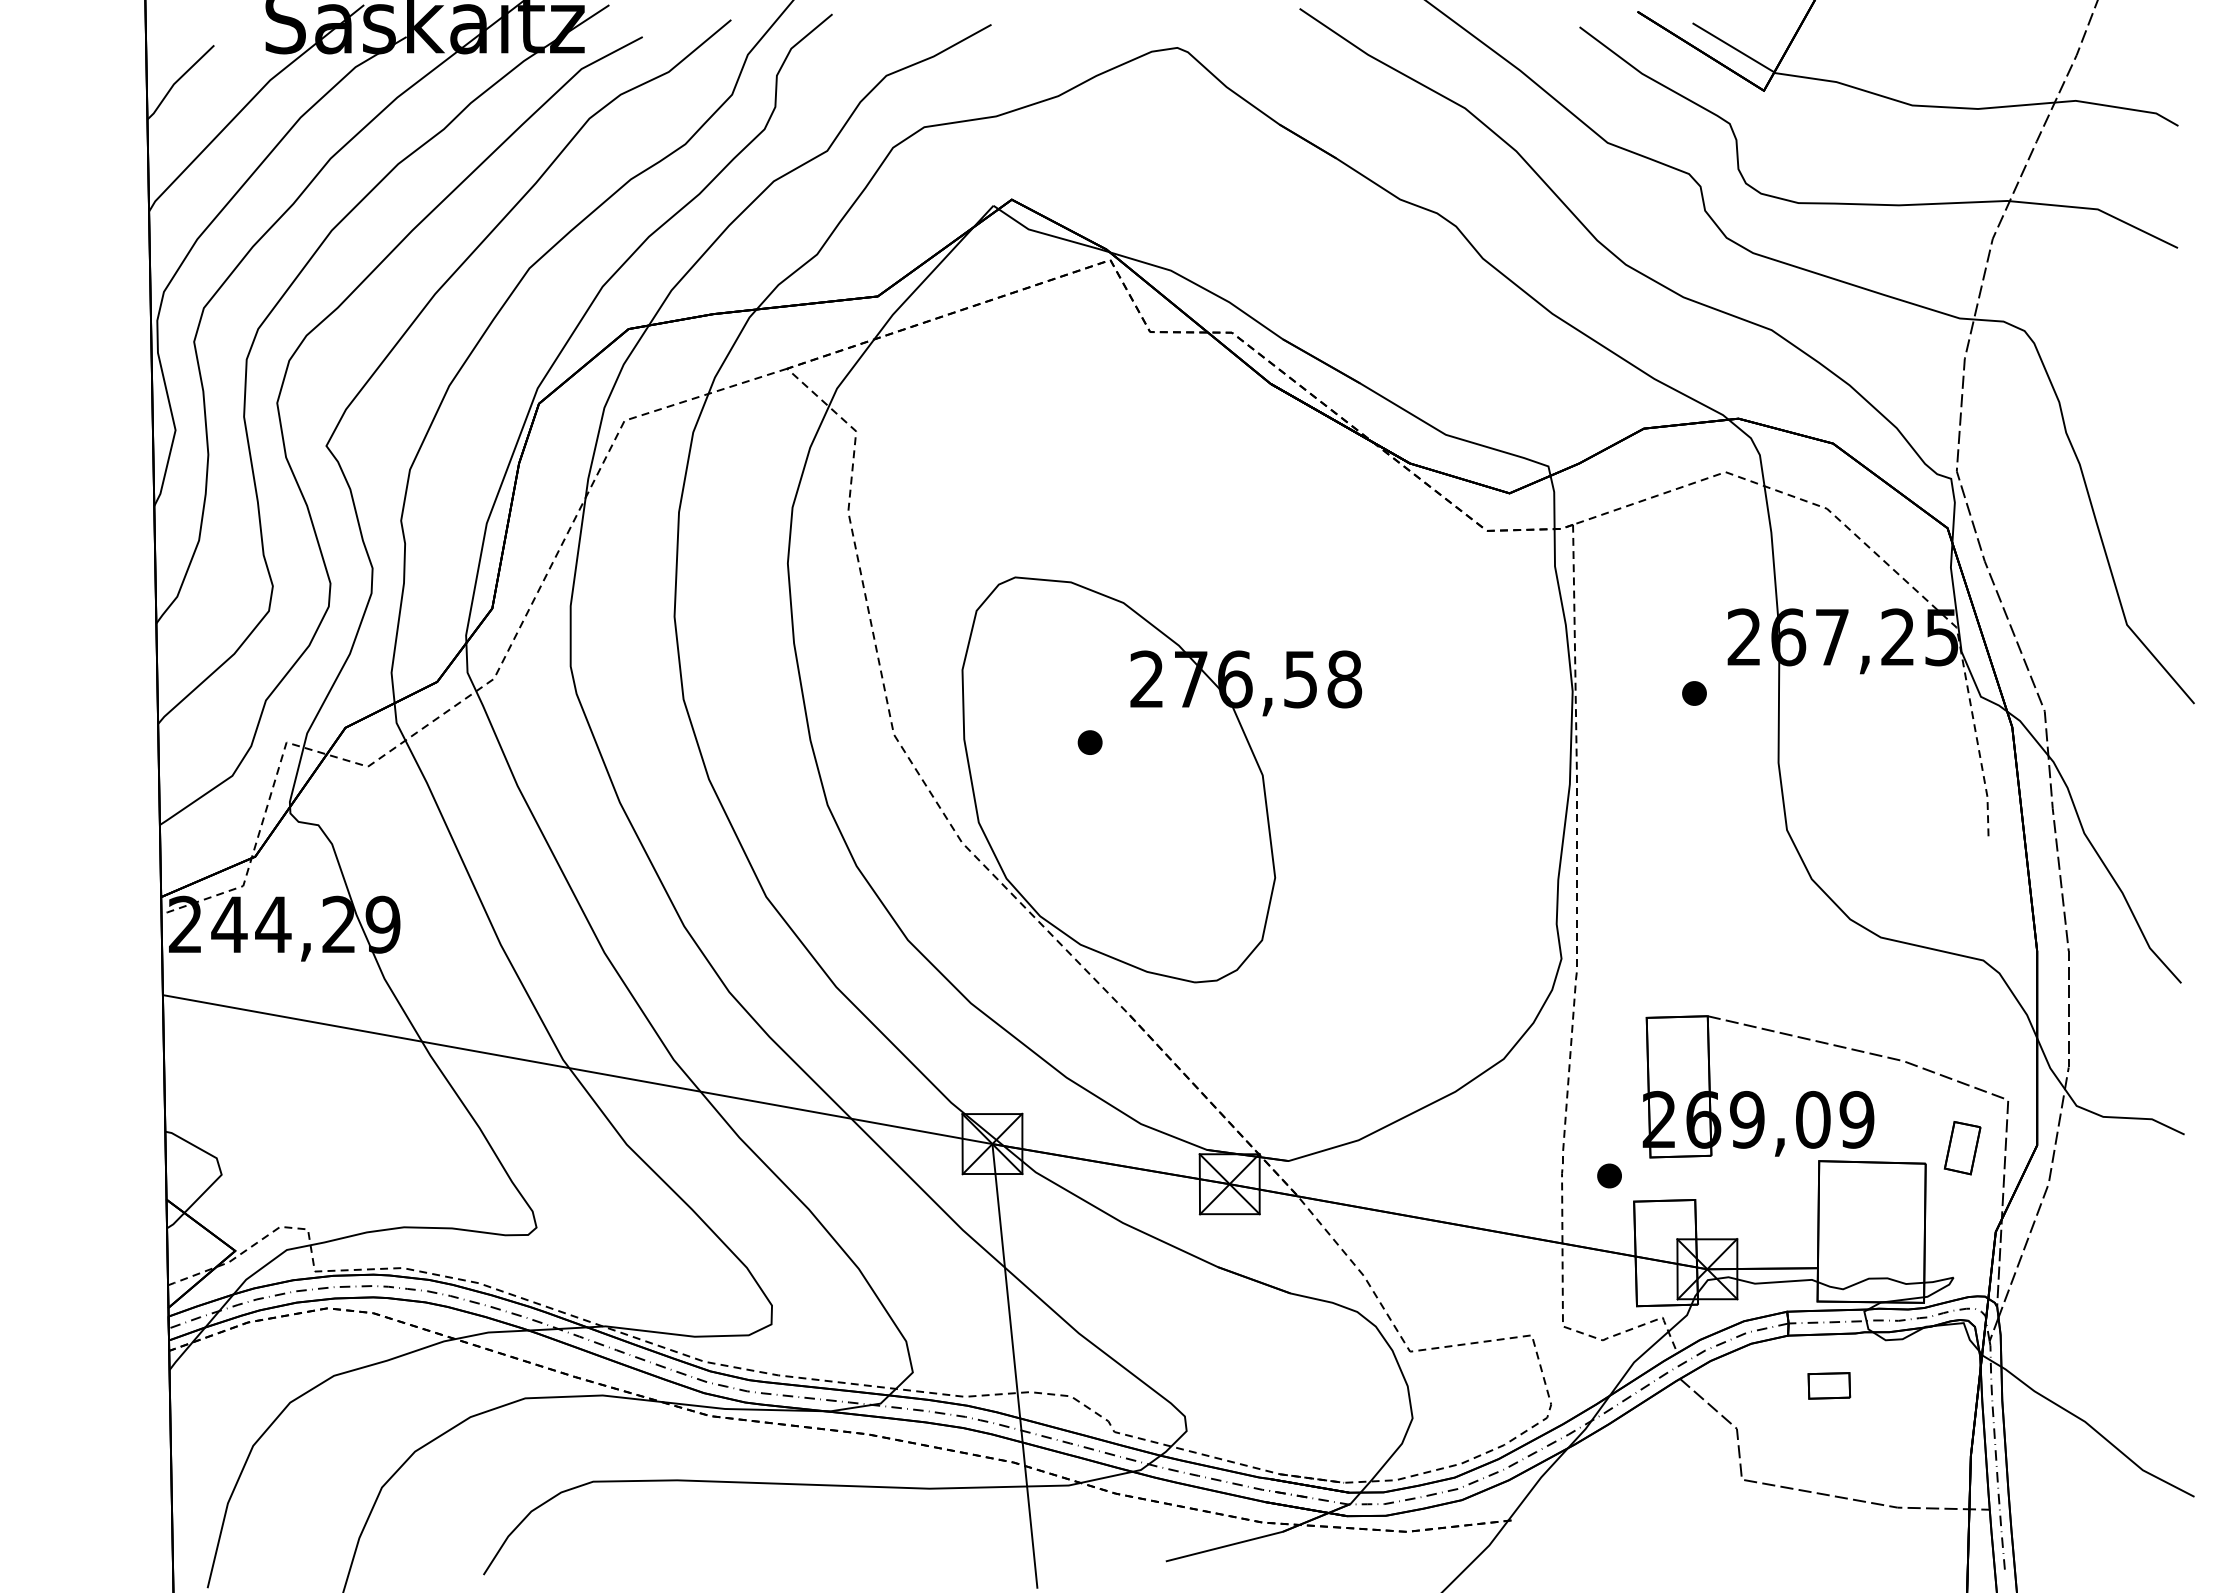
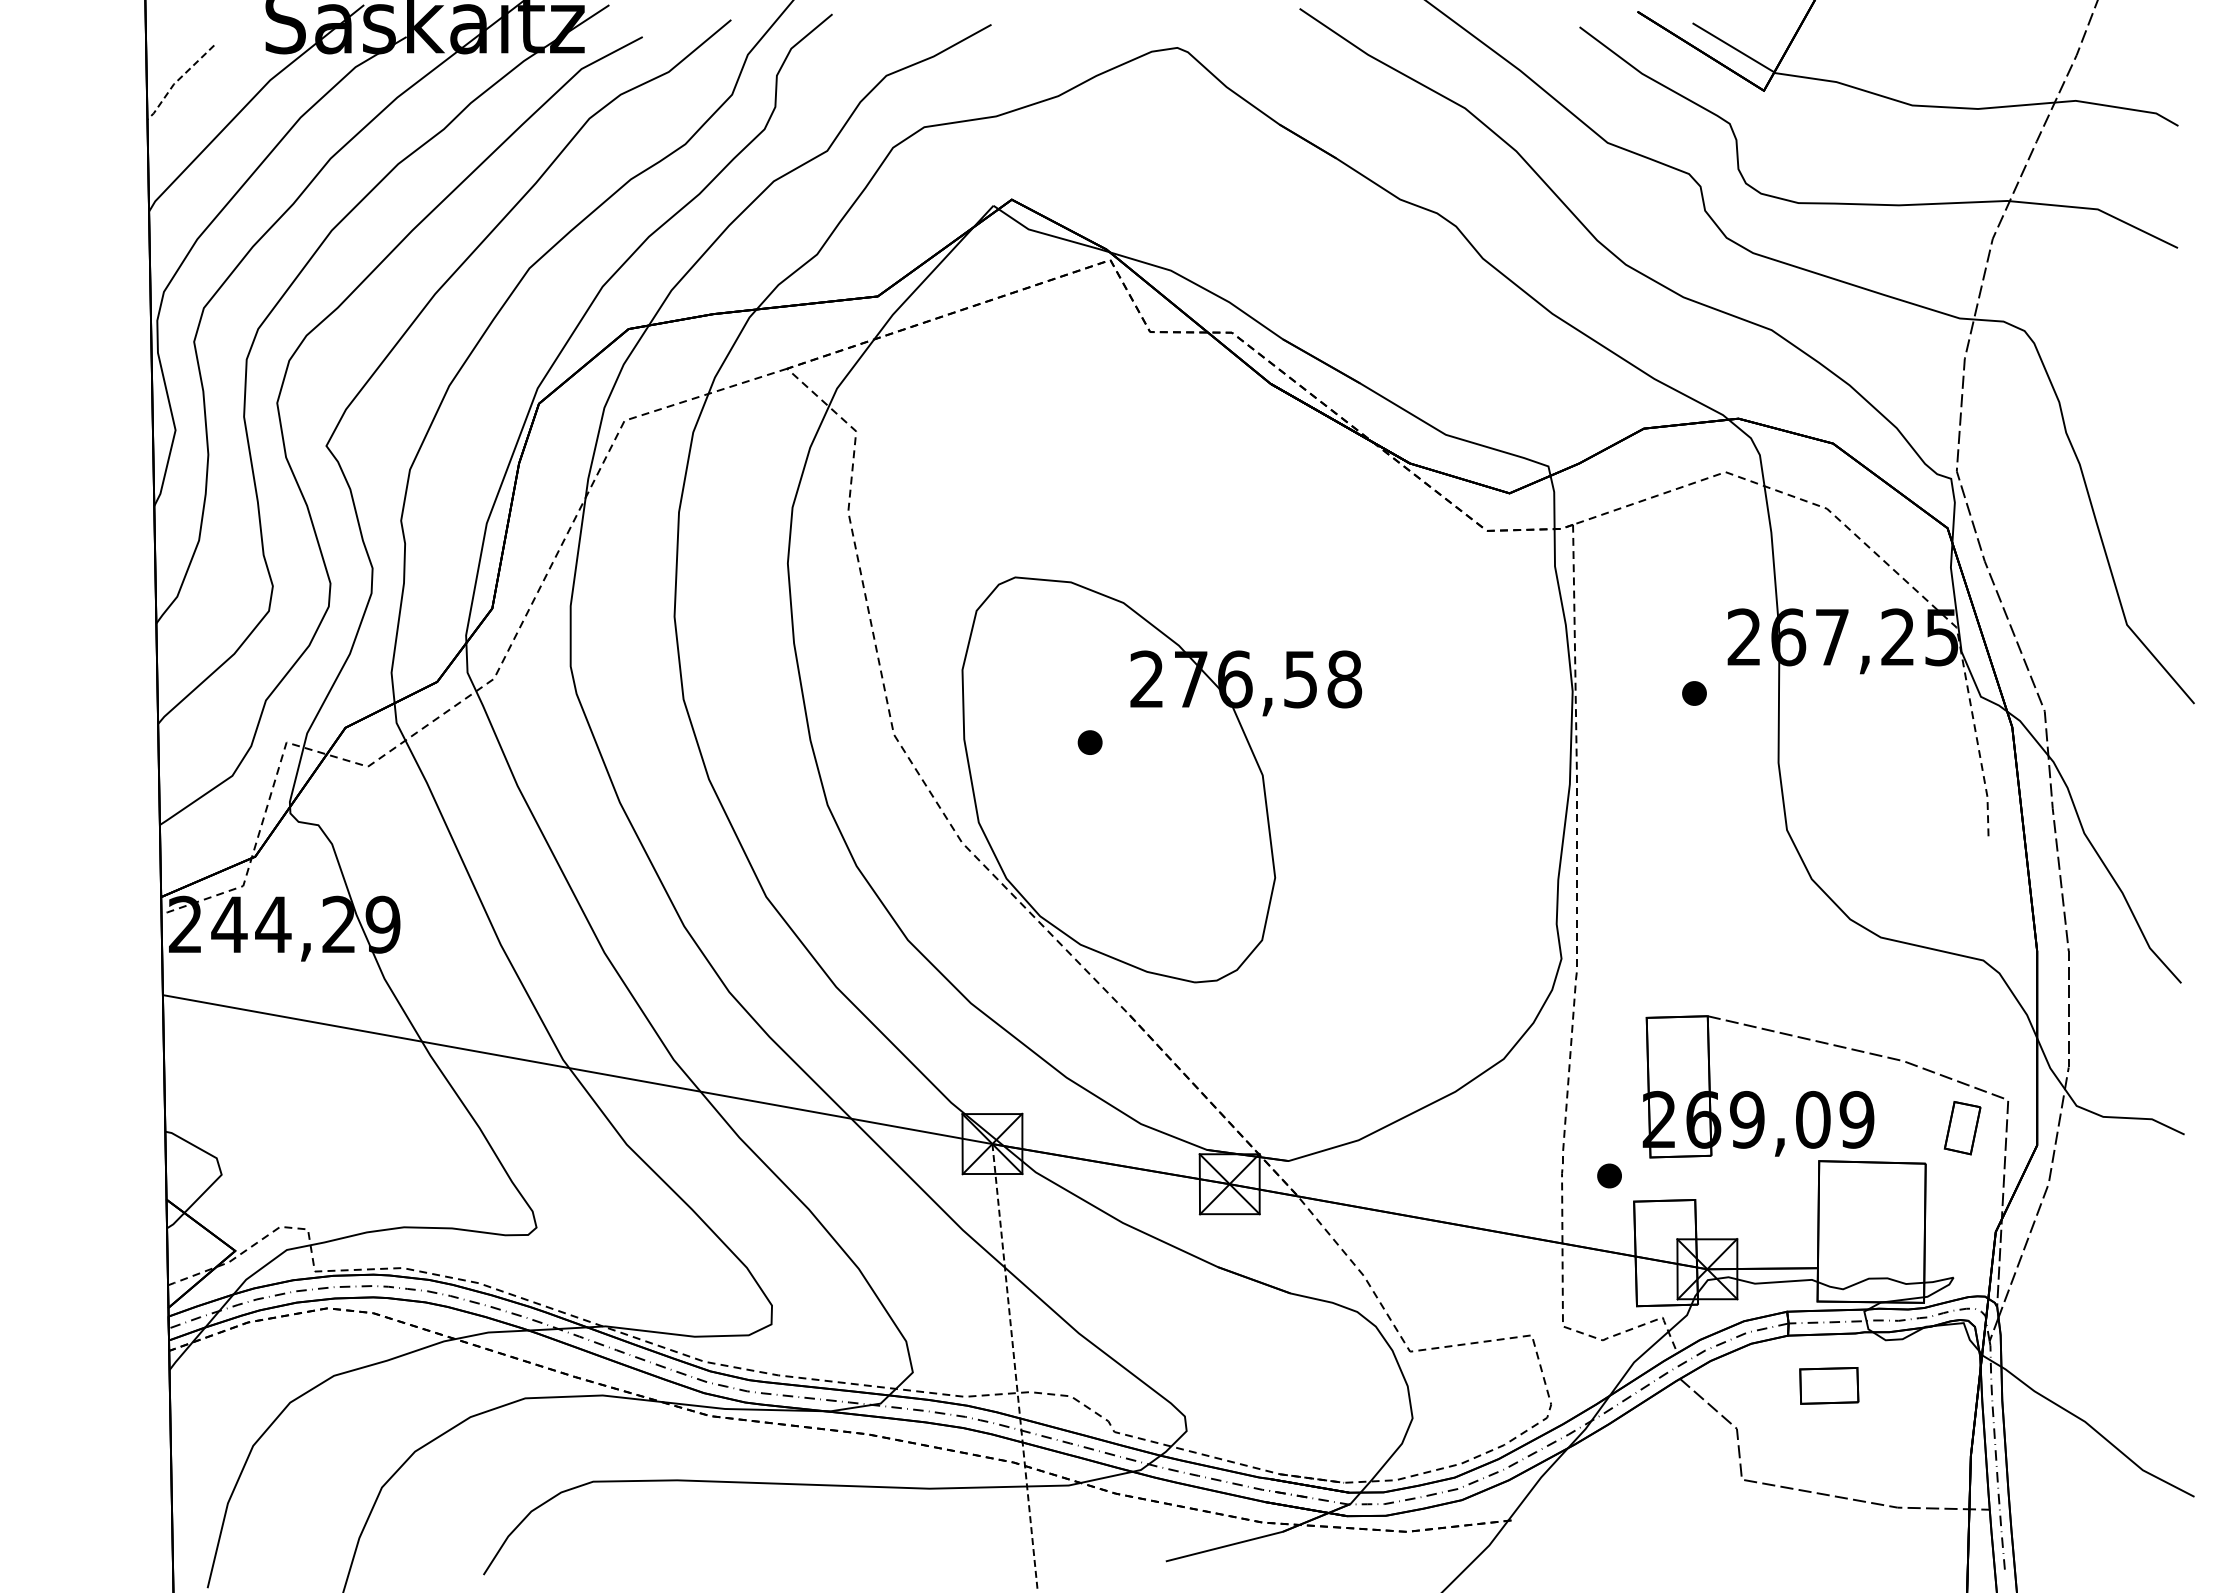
line at (177, 80): solid -> dashed
part at (1962, 1148) position: (1962, 1148) -> (1962, 1128)
line at (1015, 1366): solid -> dashed
part at (1829, 1385) size: 45x28 px -> 61x38 px
